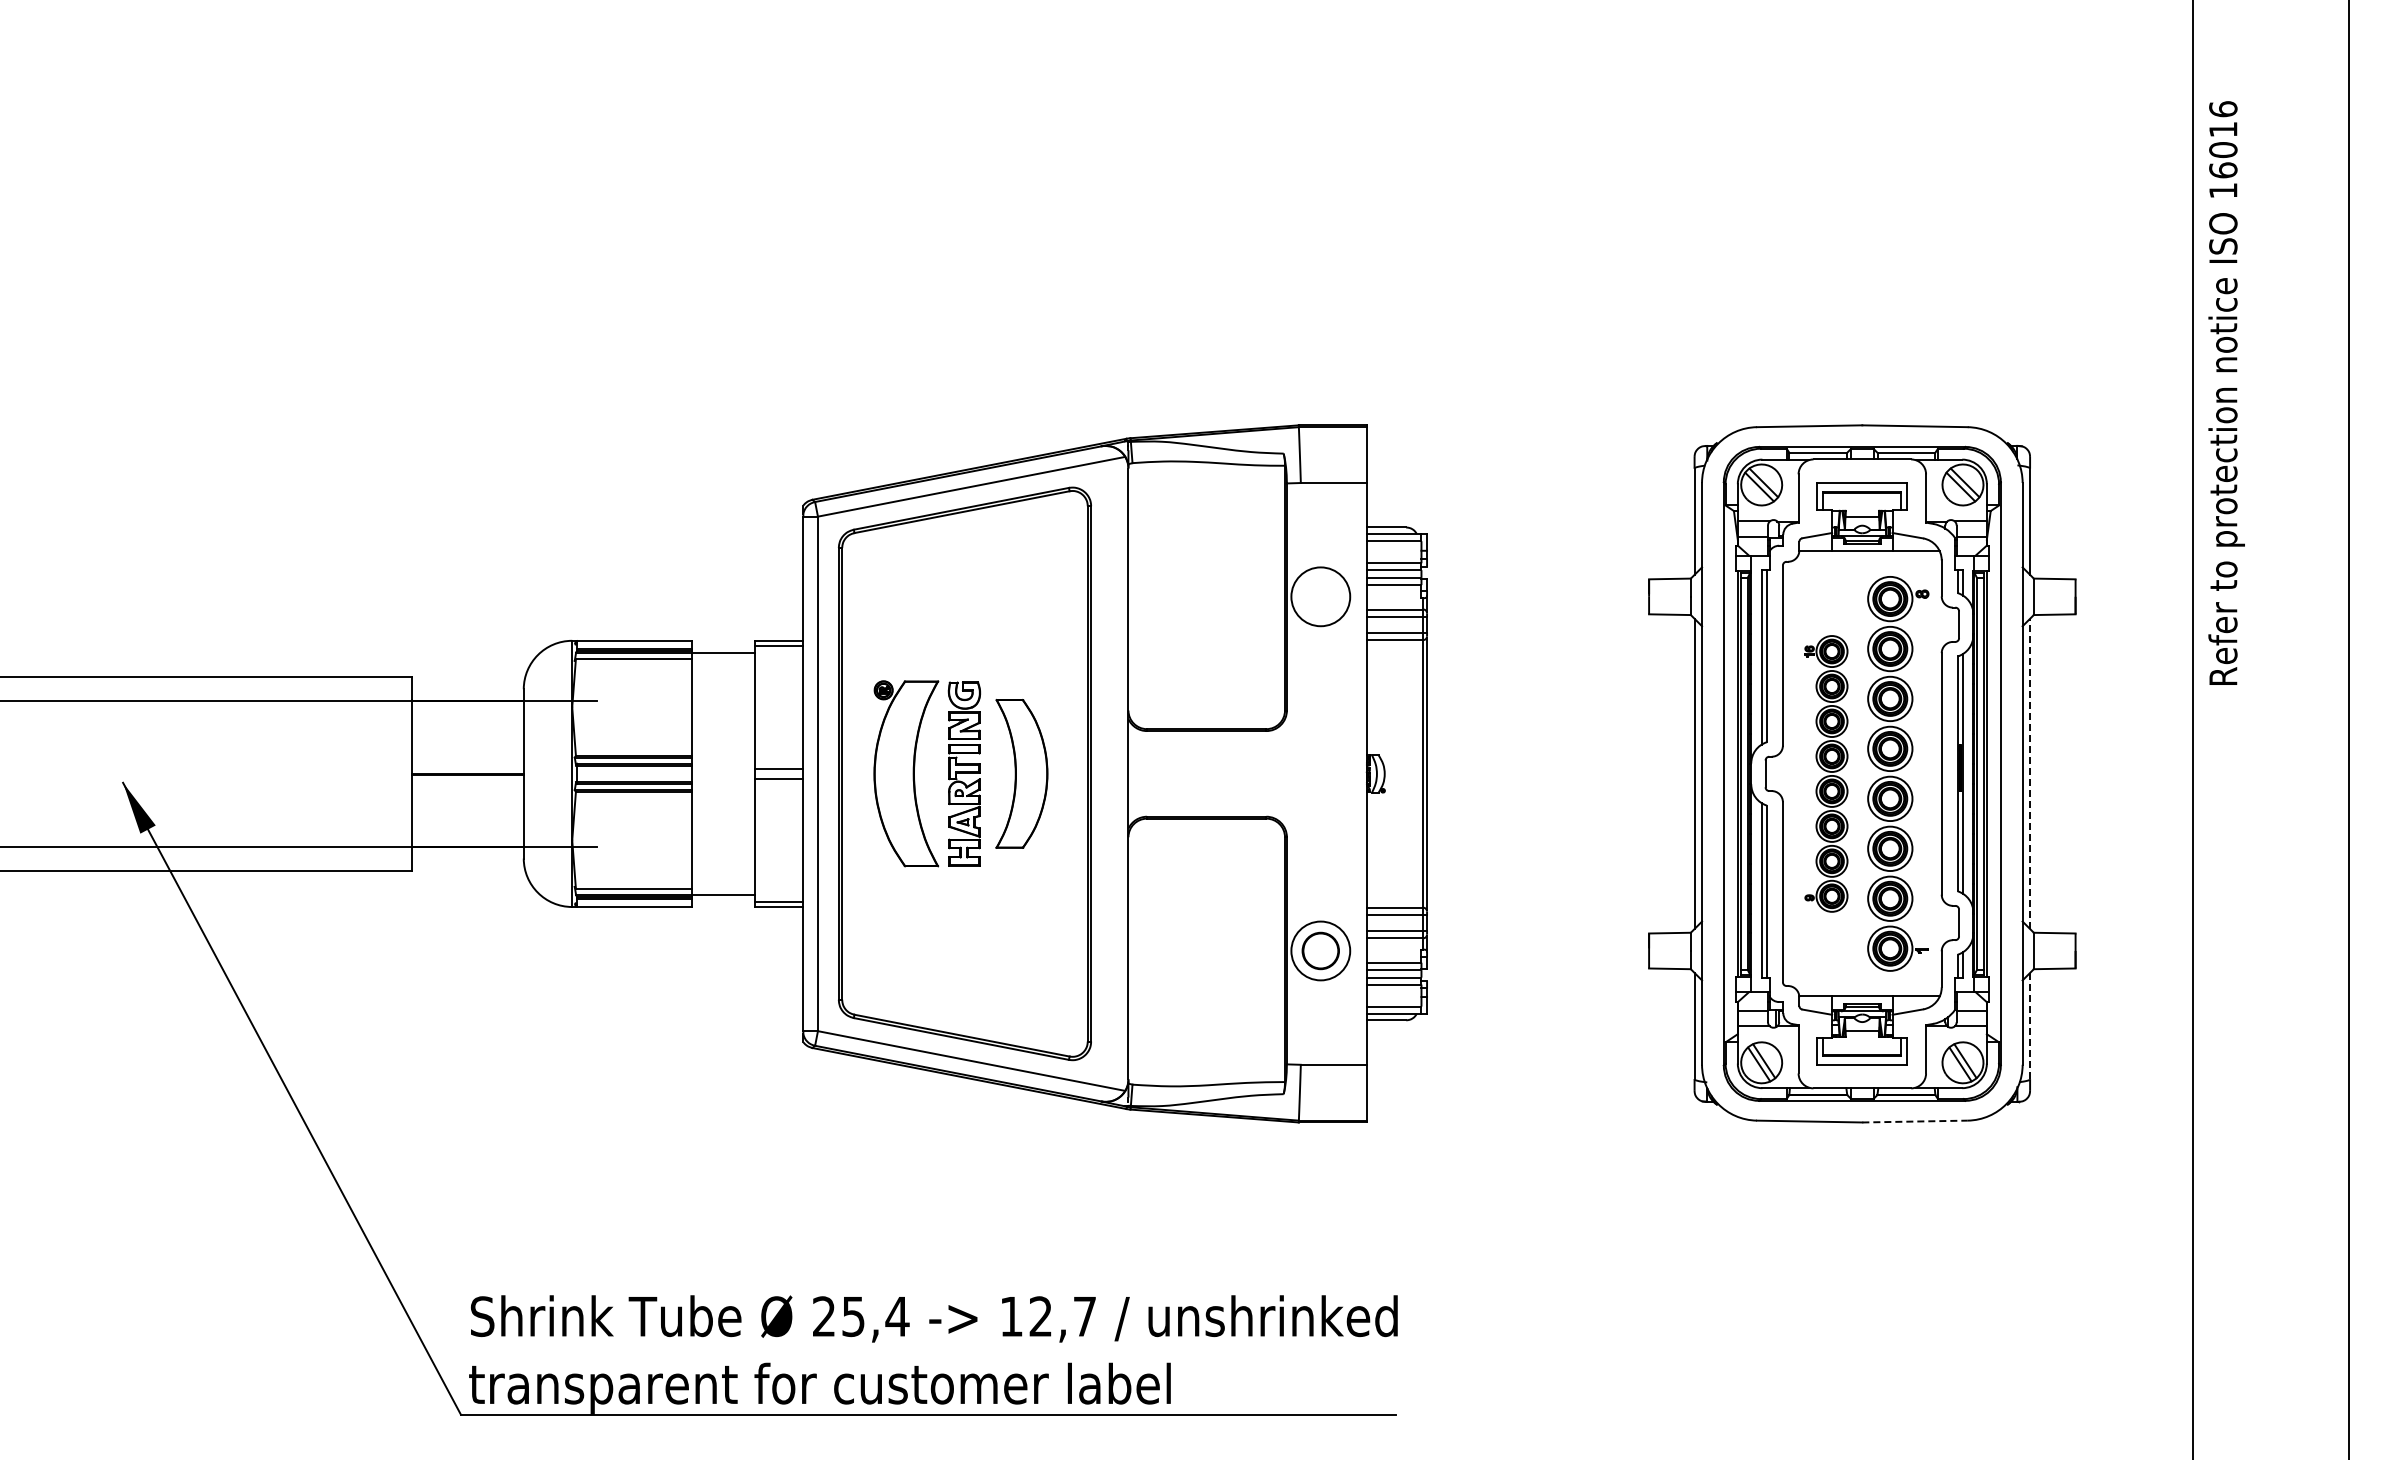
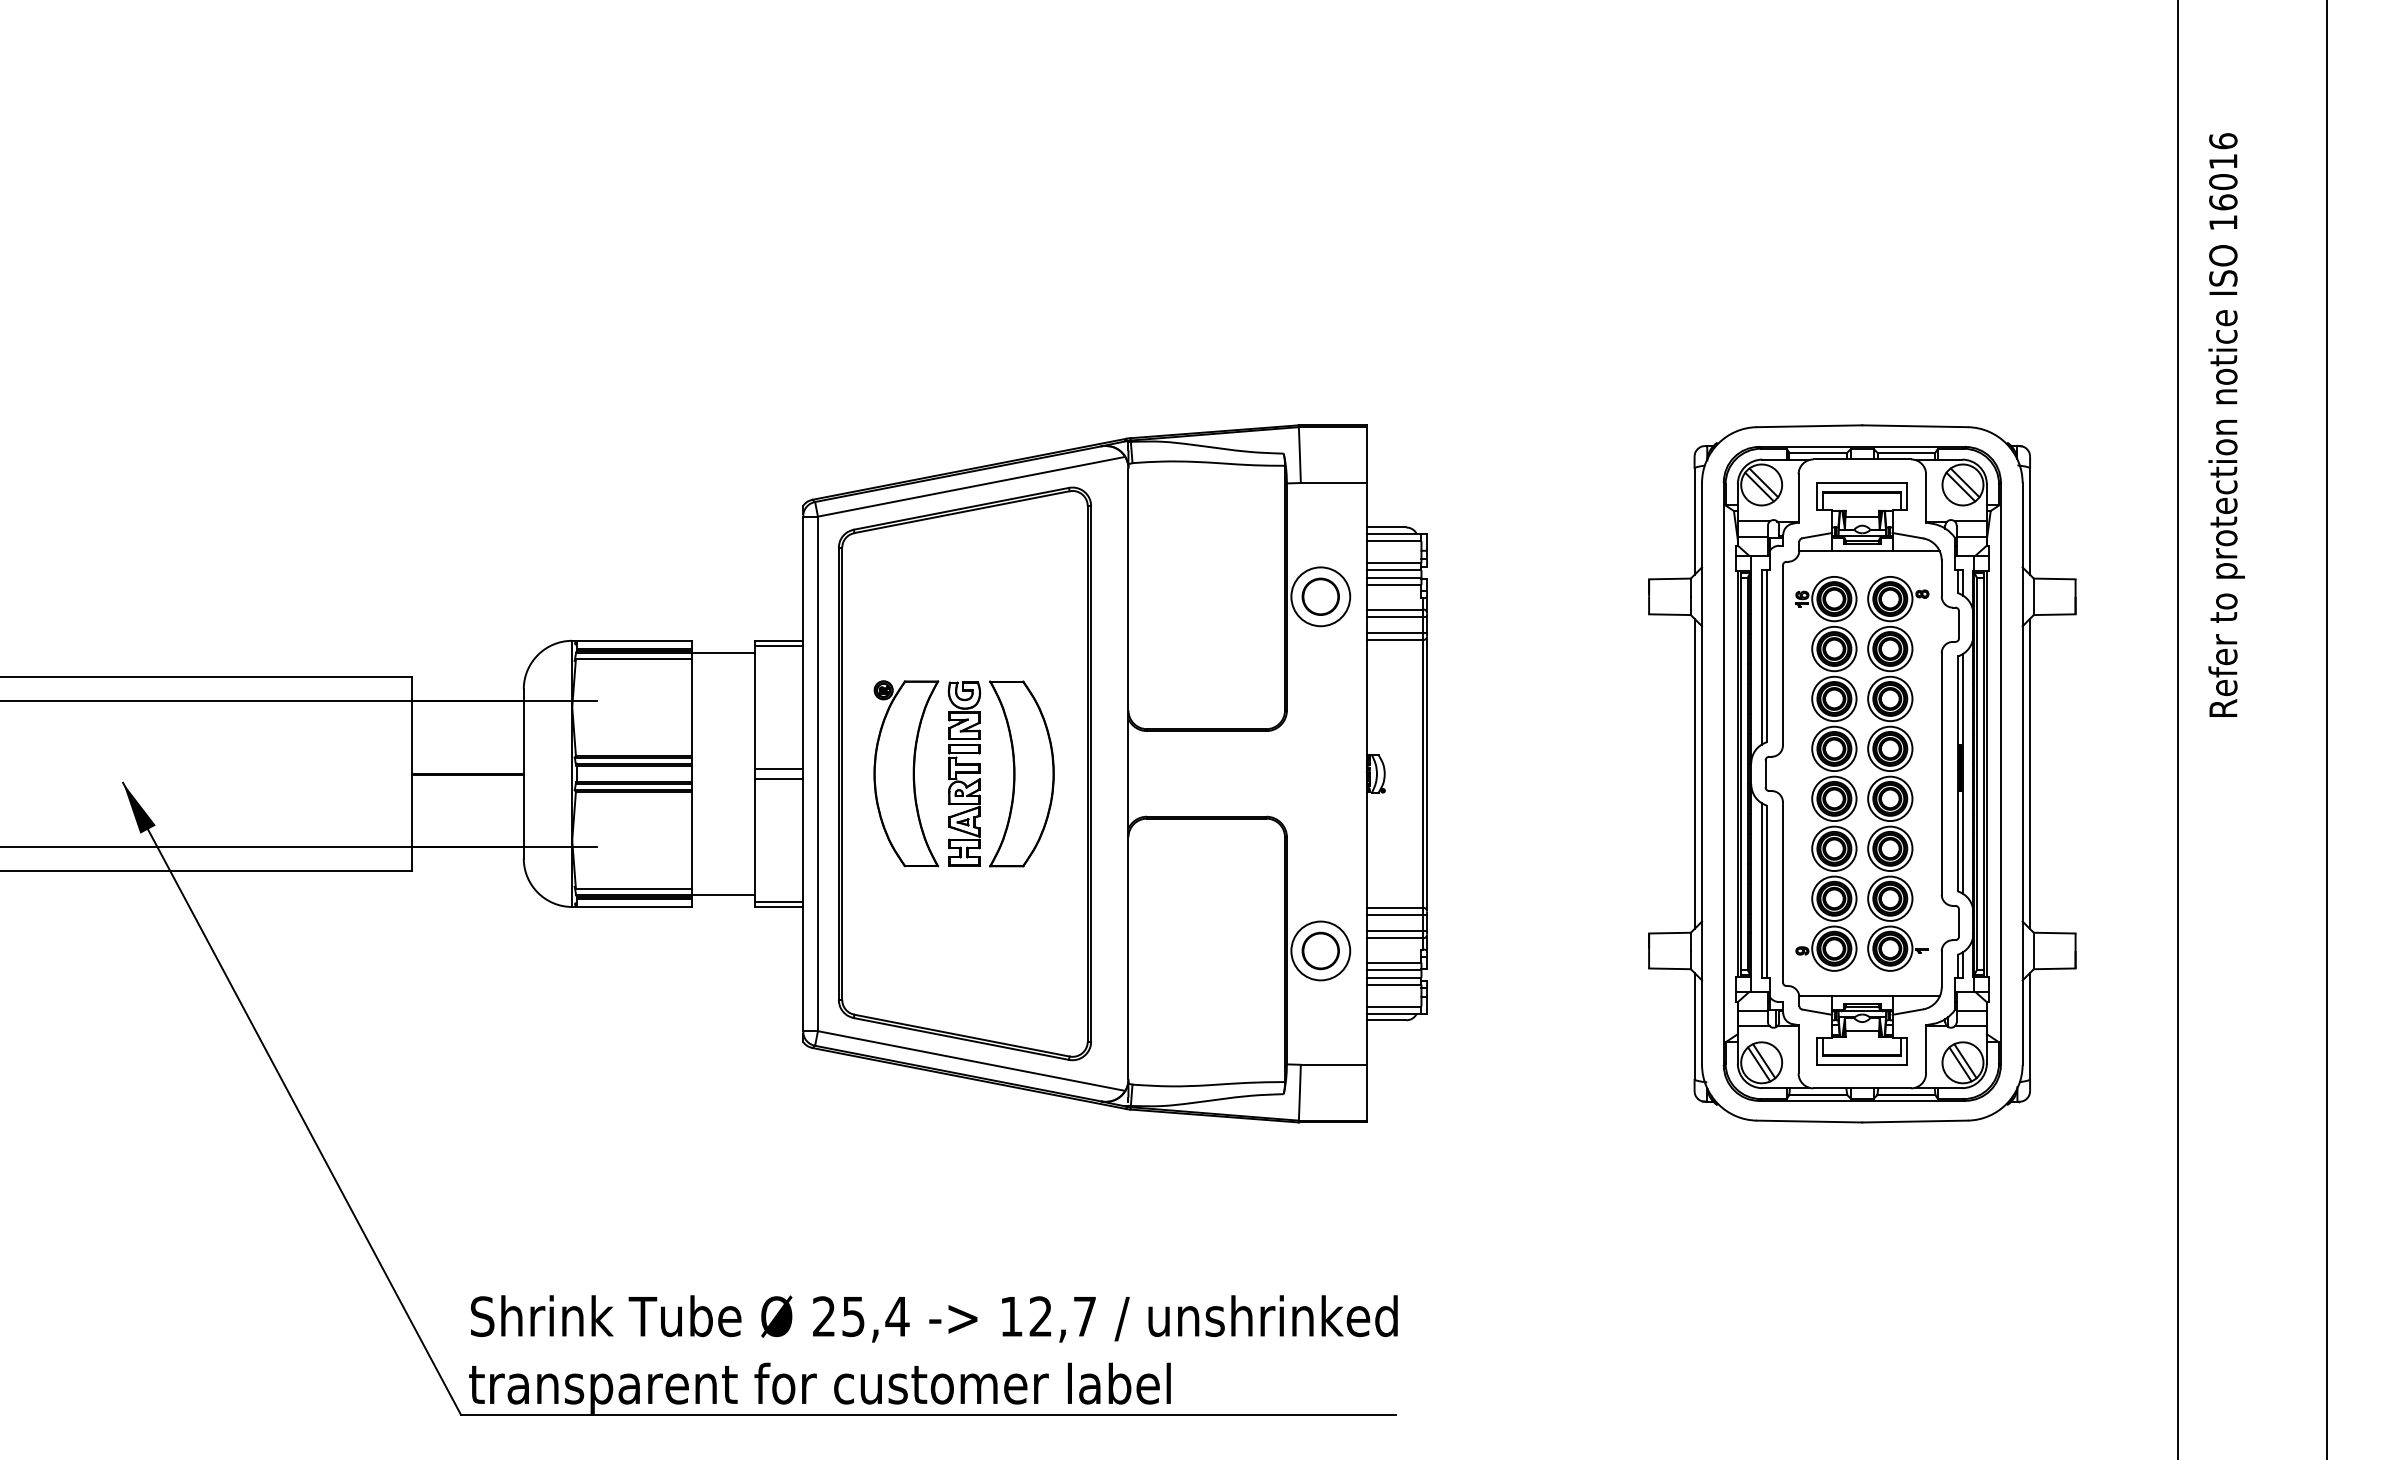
text at (2226, 392) position: (2226, 392) -> (2226, 424)
circle at (1320, 596): none -> present
line at (2192, 729) position: (2192, 729) -> (2177, 729)
line at (2349, 729) position: (2349, 729) -> (2327, 729)
part at (1021, 773) size: 54x150 px -> 66x188 px
part at (1826, 773) size: 45x278 px -> 63x396 px
line at (2030, 773): dashed -> solid
line at (2030, 1025): dashed -> solid
line at (1915, 1121): dashed -> solid
